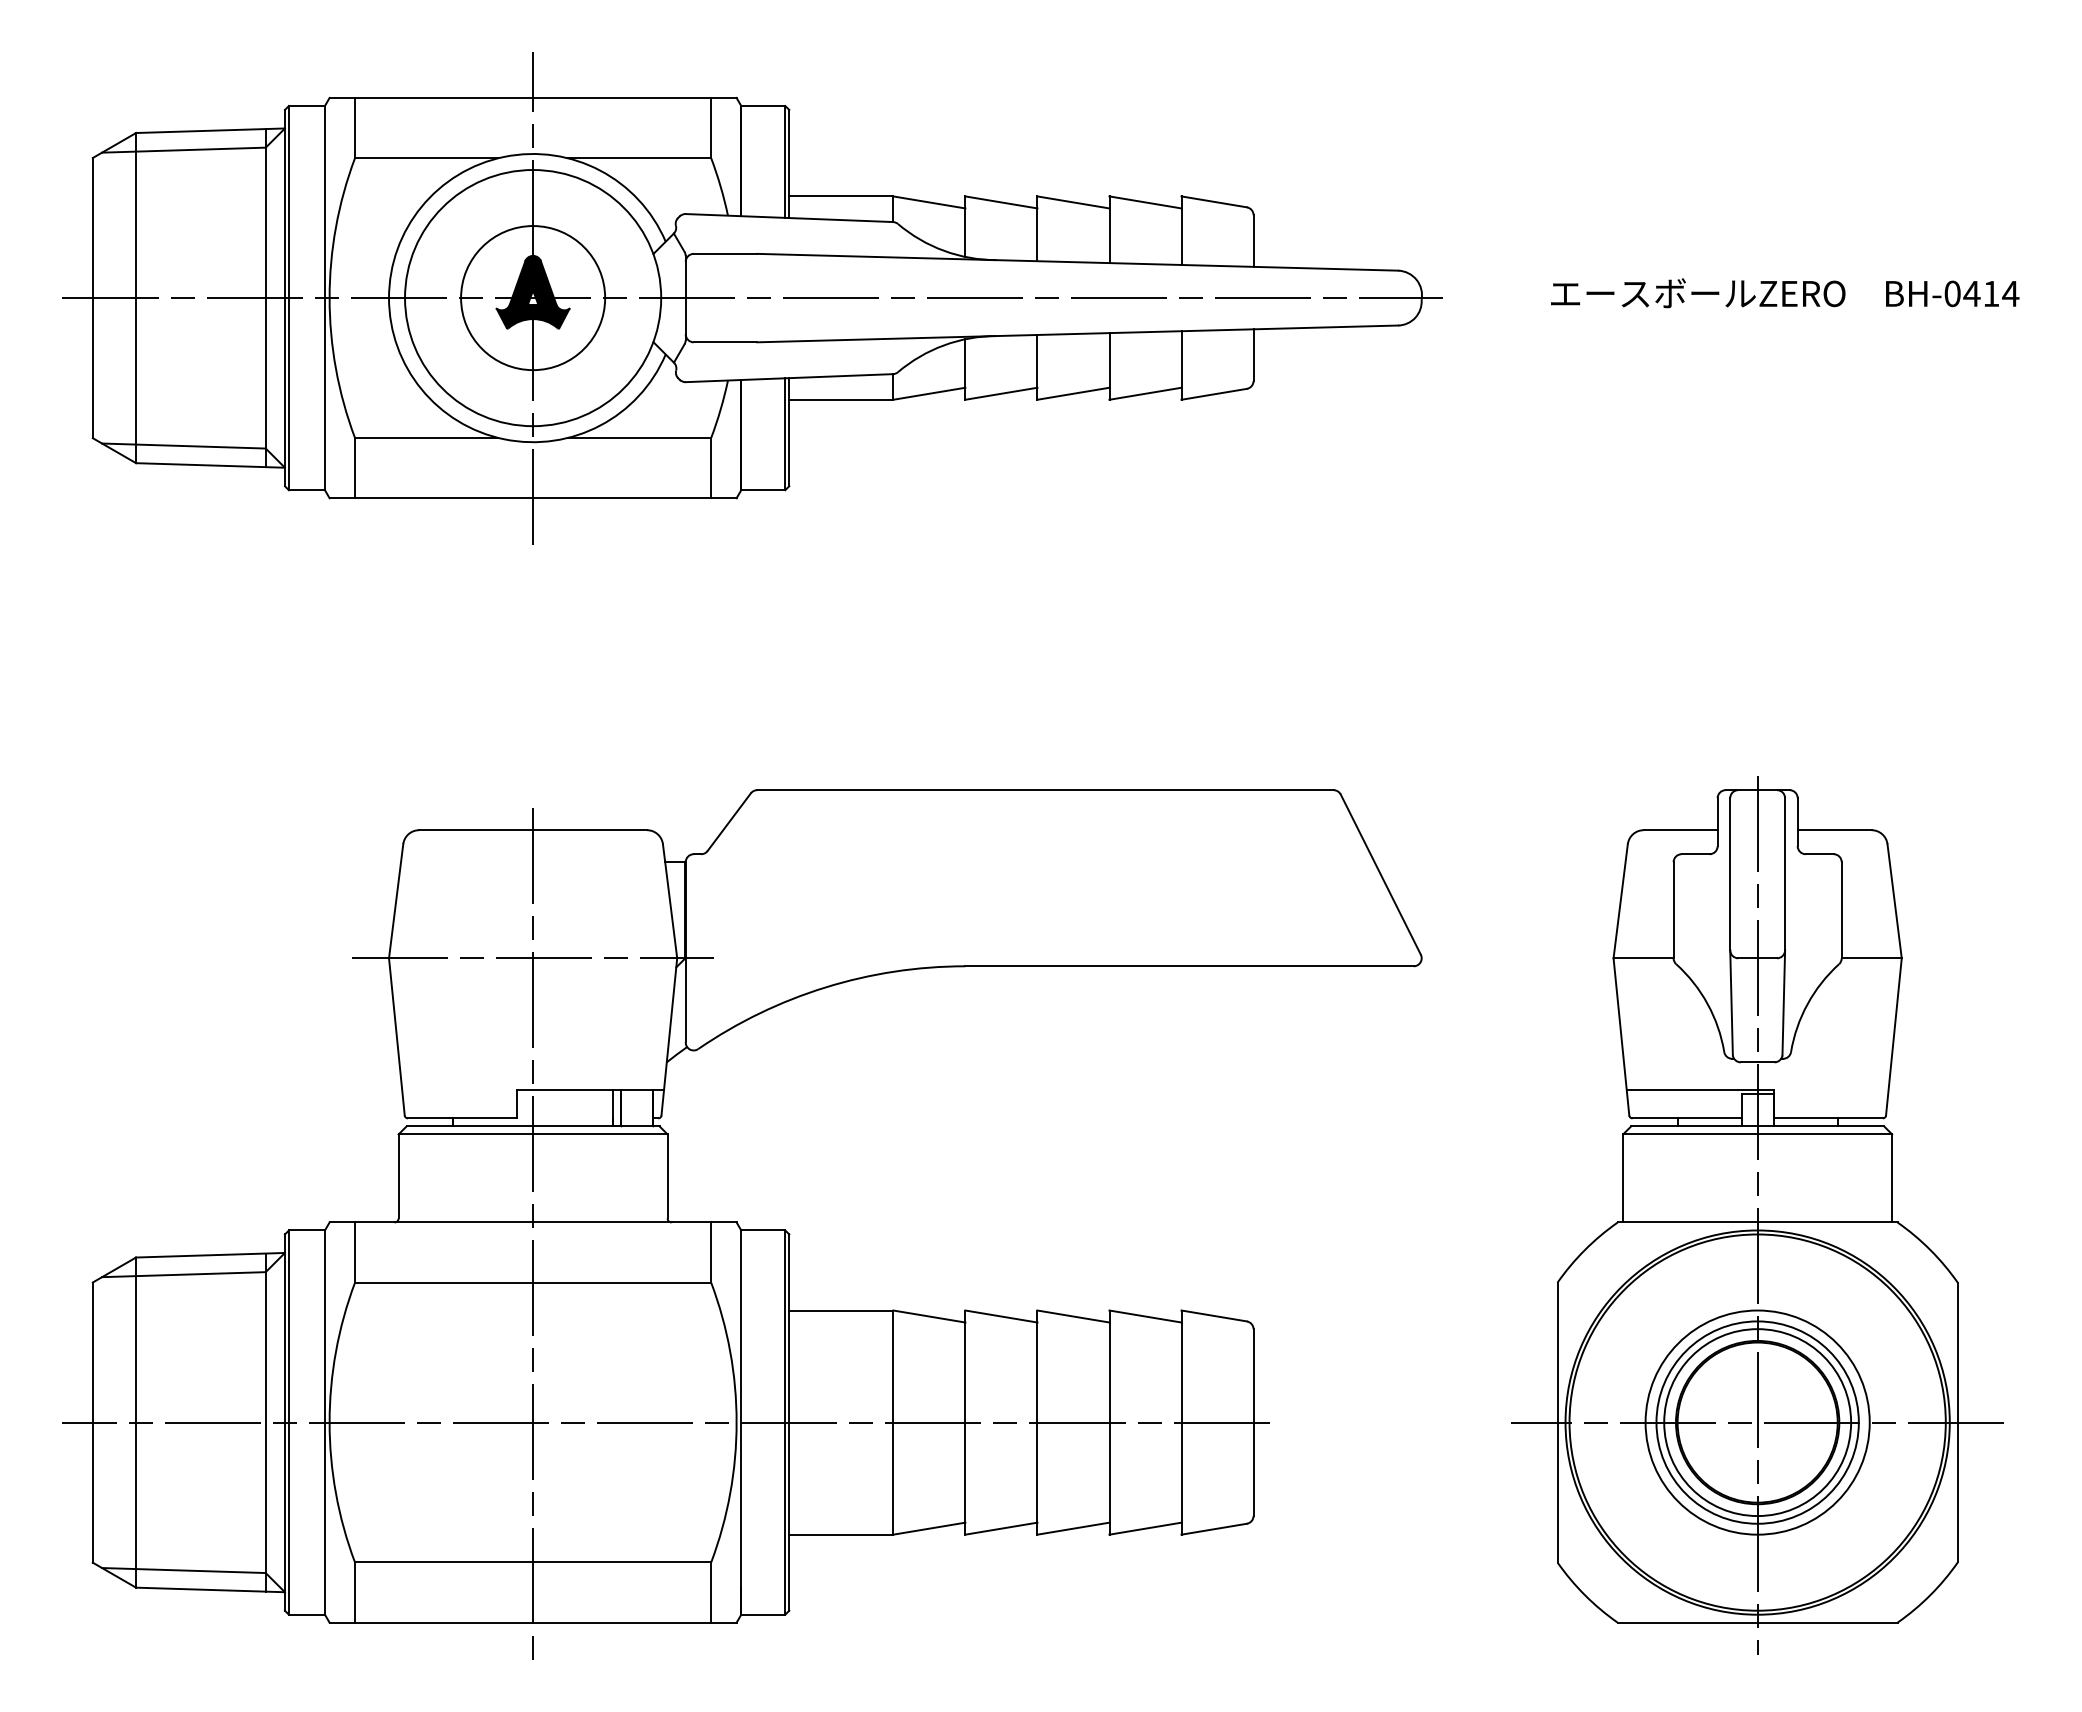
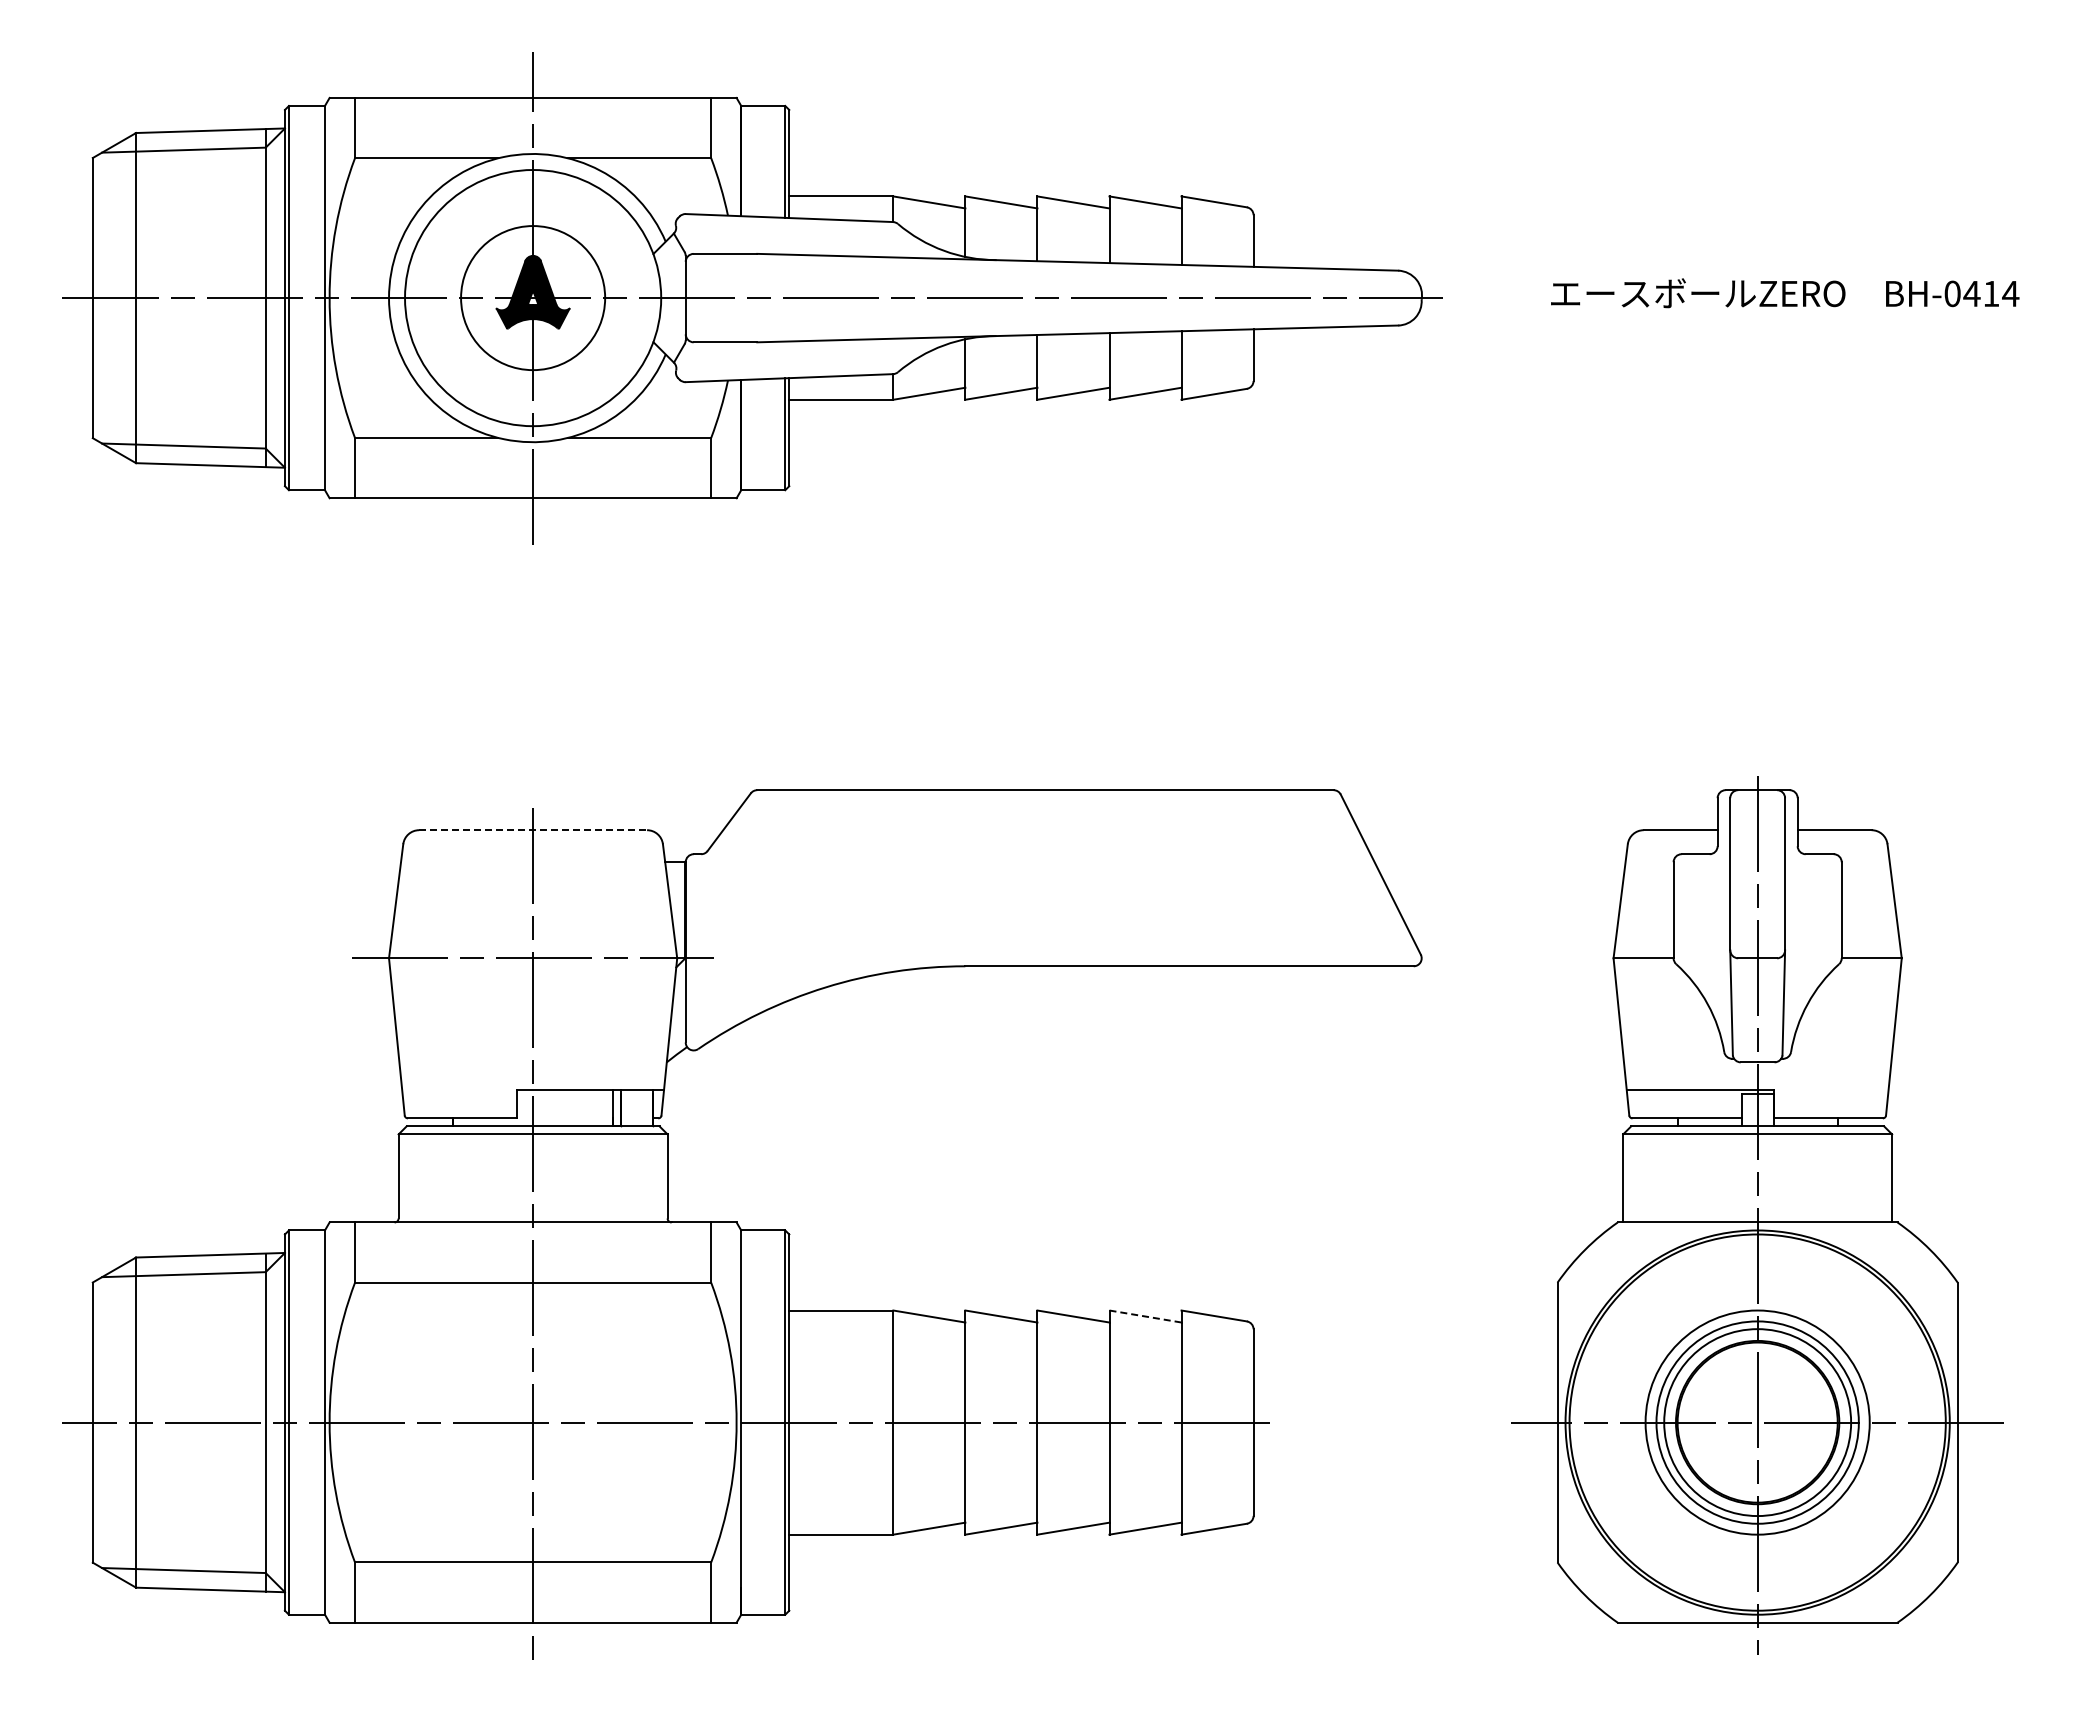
line at (533, 830): solid -> dashed
line at (1145, 1316): solid -> dashed
